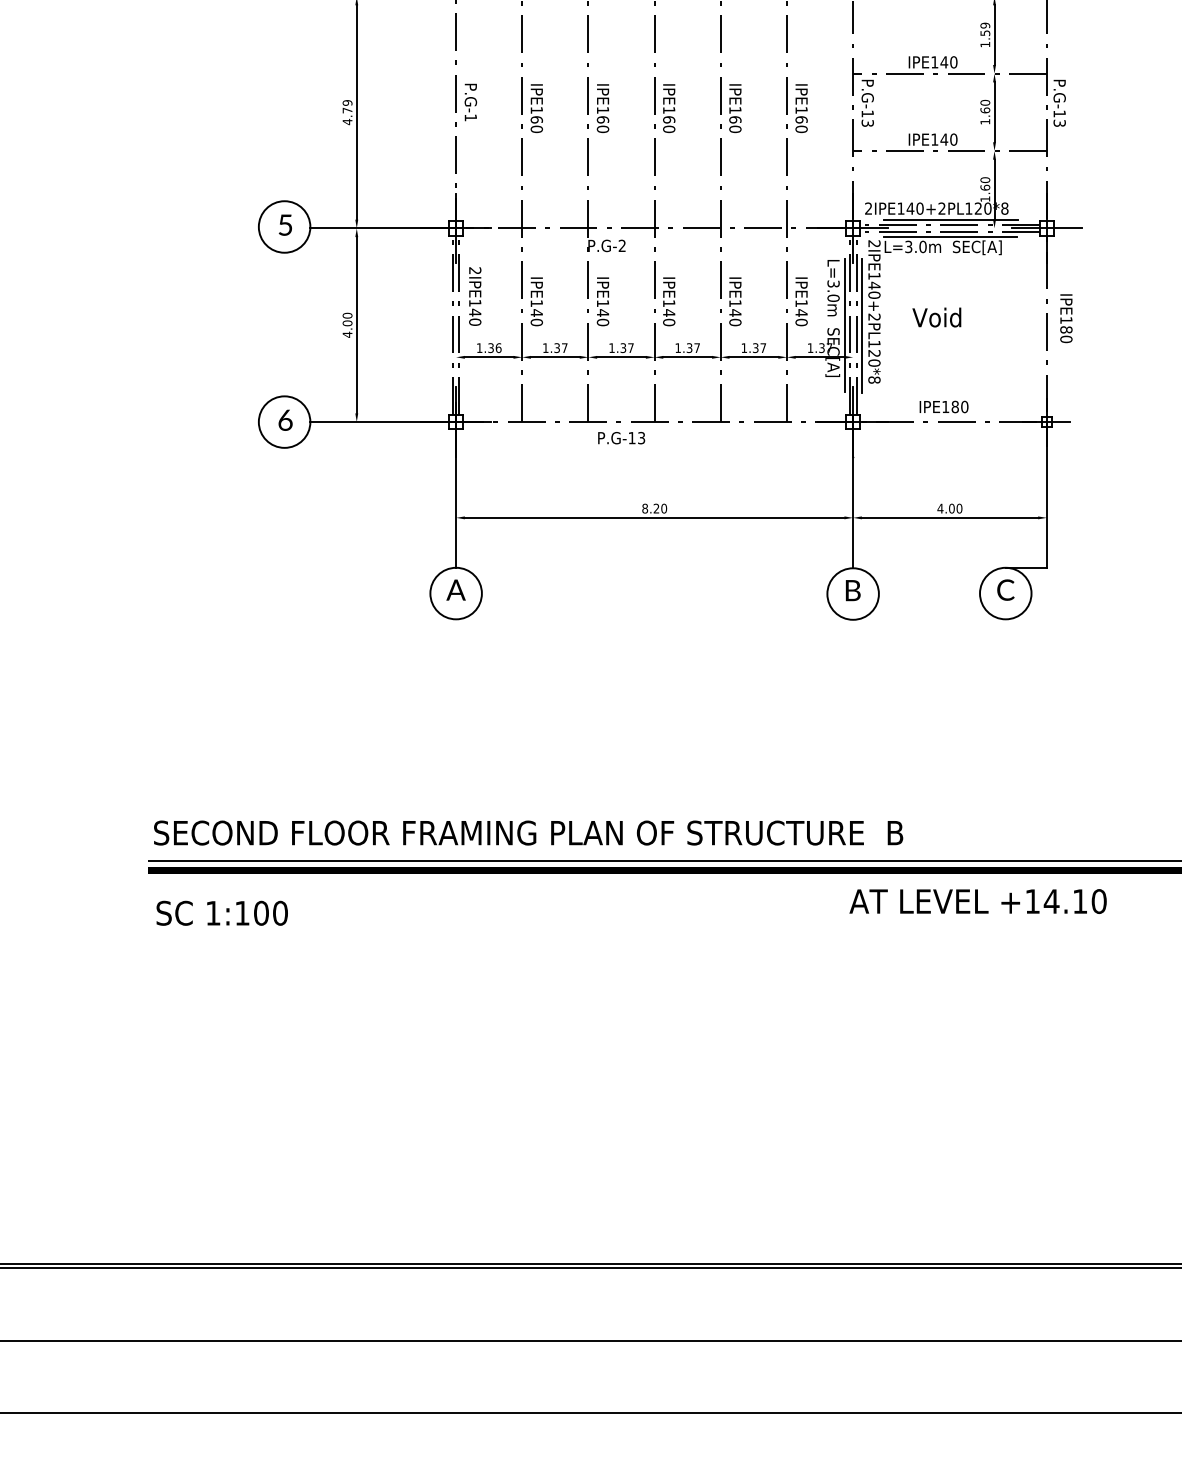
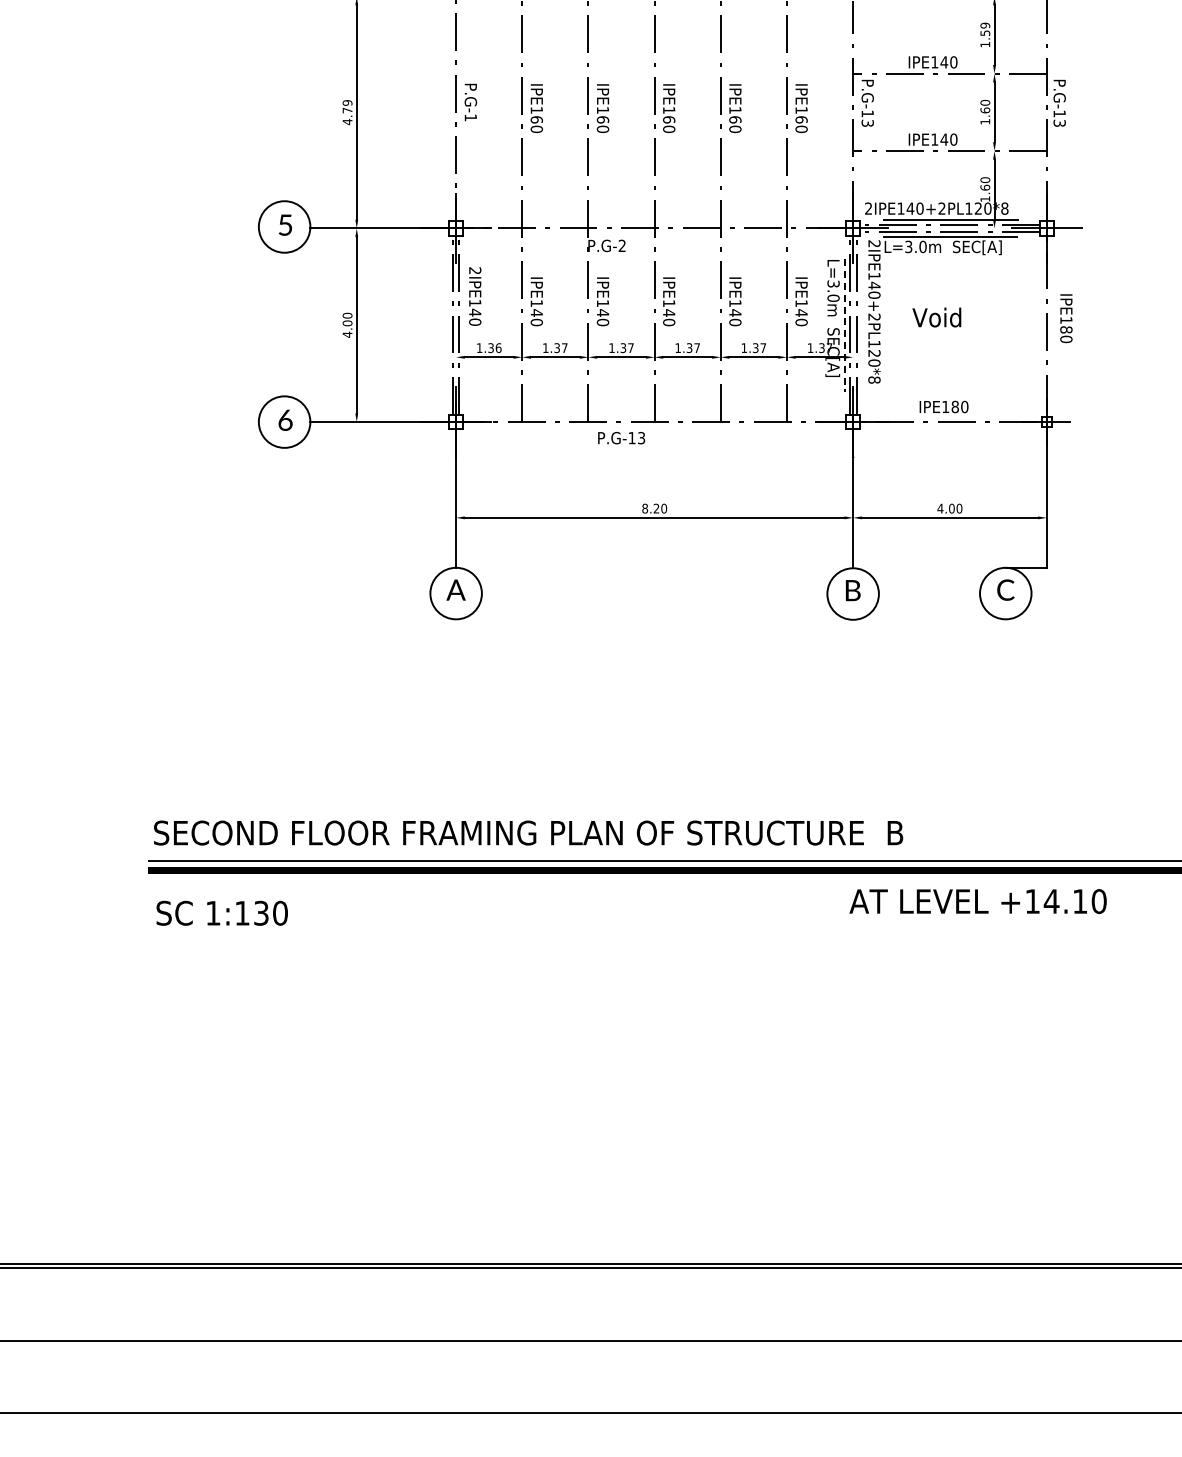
line at (844, 325): solid -> dashed
line at (862, 326): present -> none
text at (261, 912): 1:100 -> 1:130
